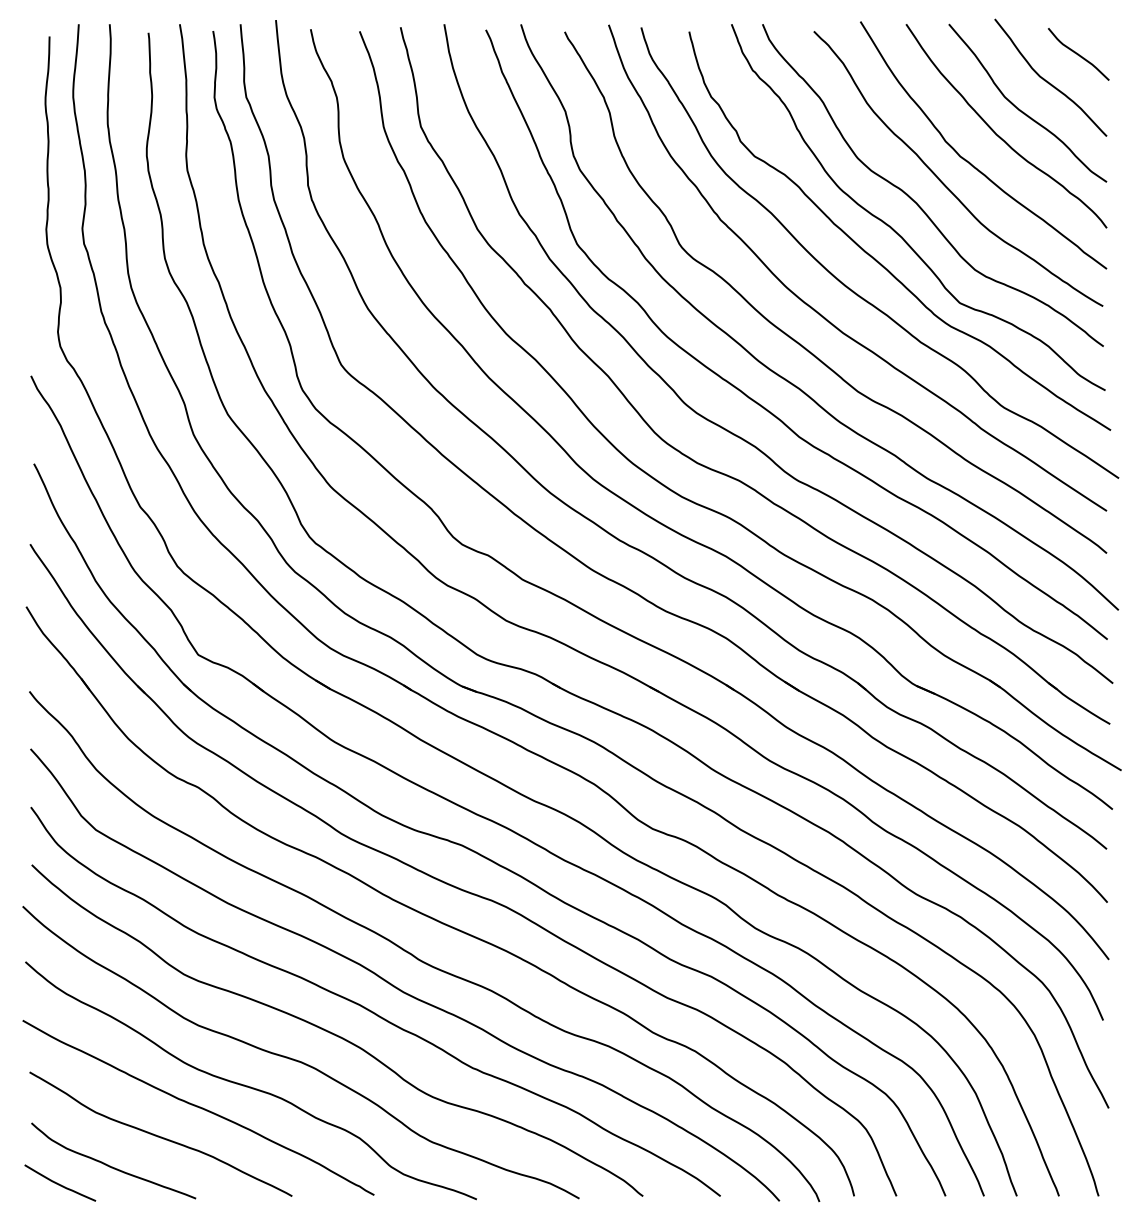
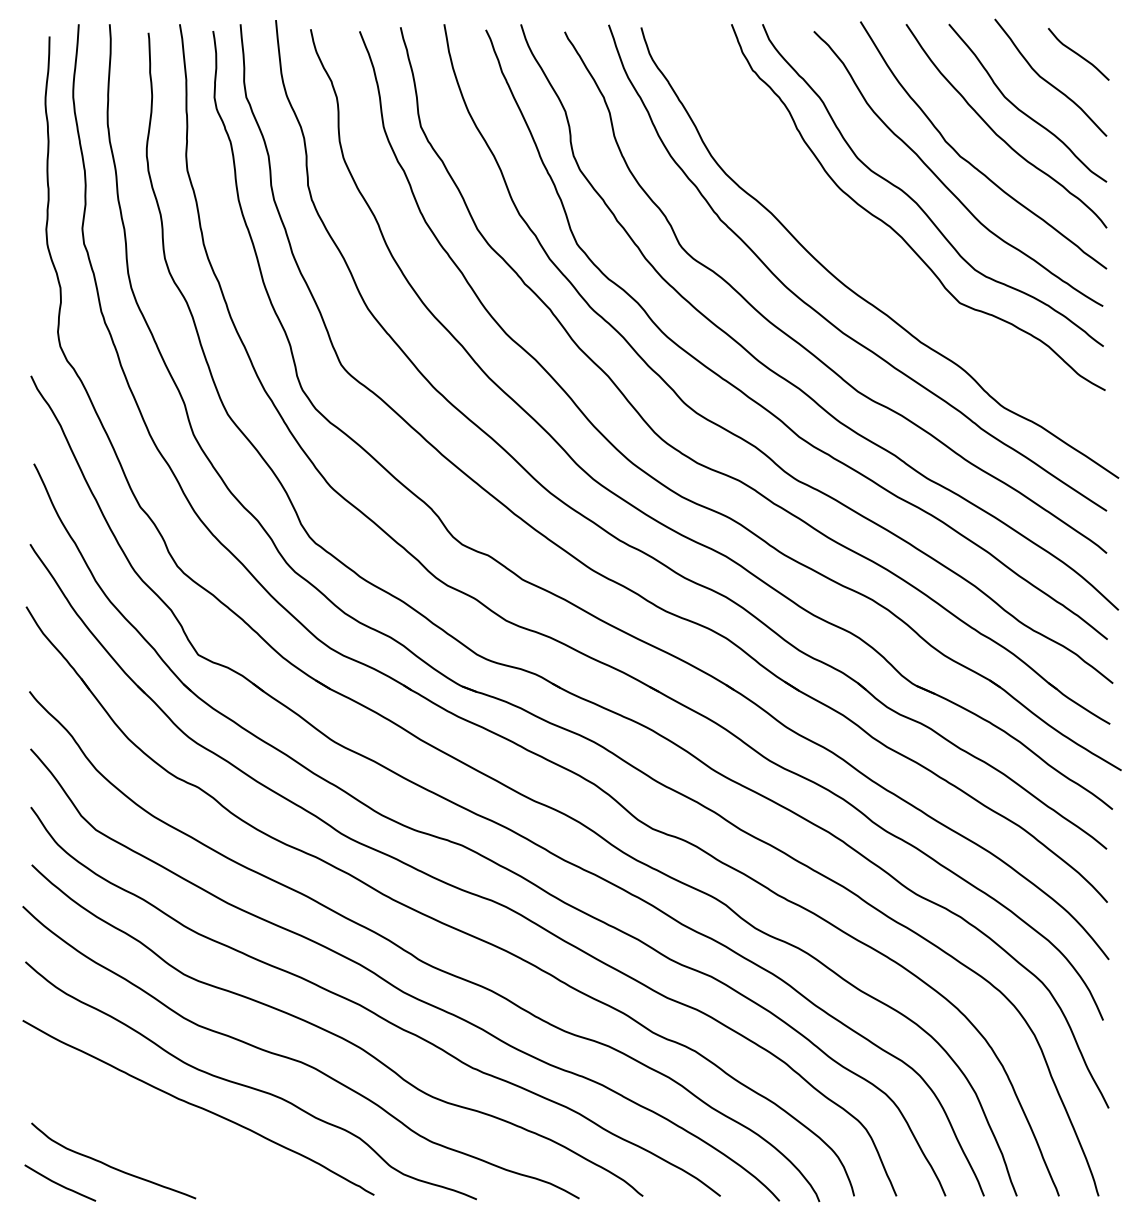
curve at (874, 257): present -> none
curve at (158, 1135): present -> none
